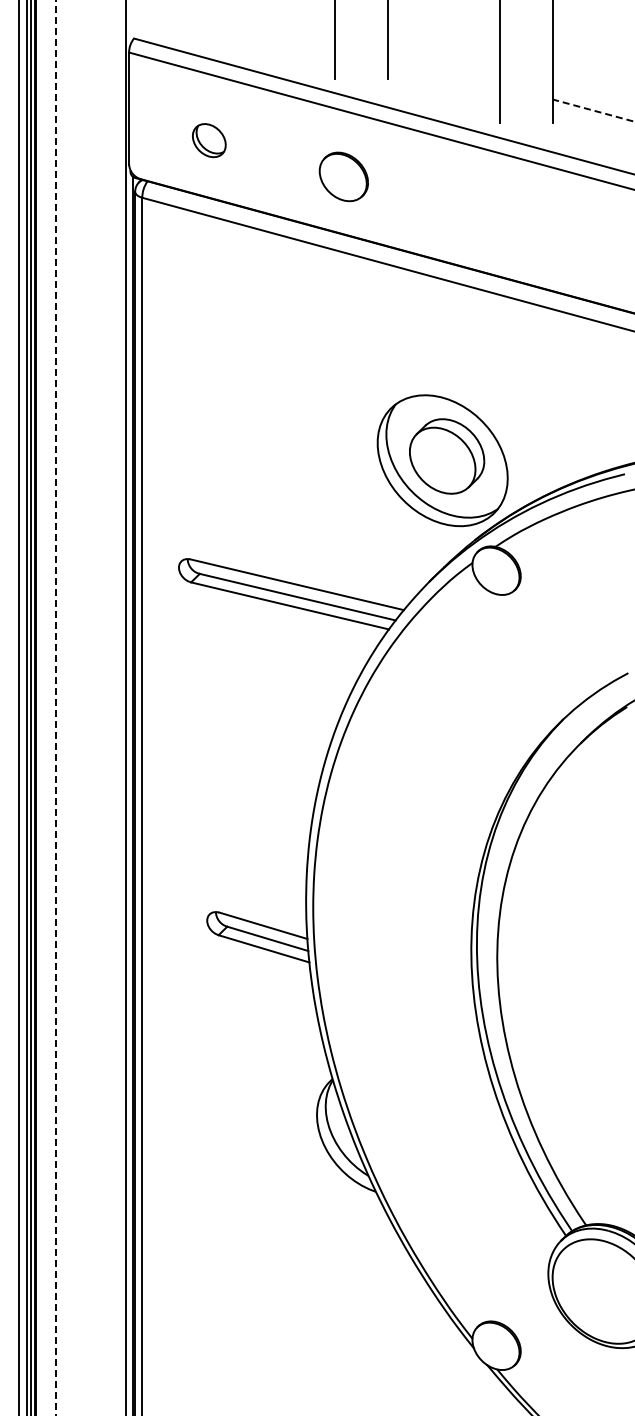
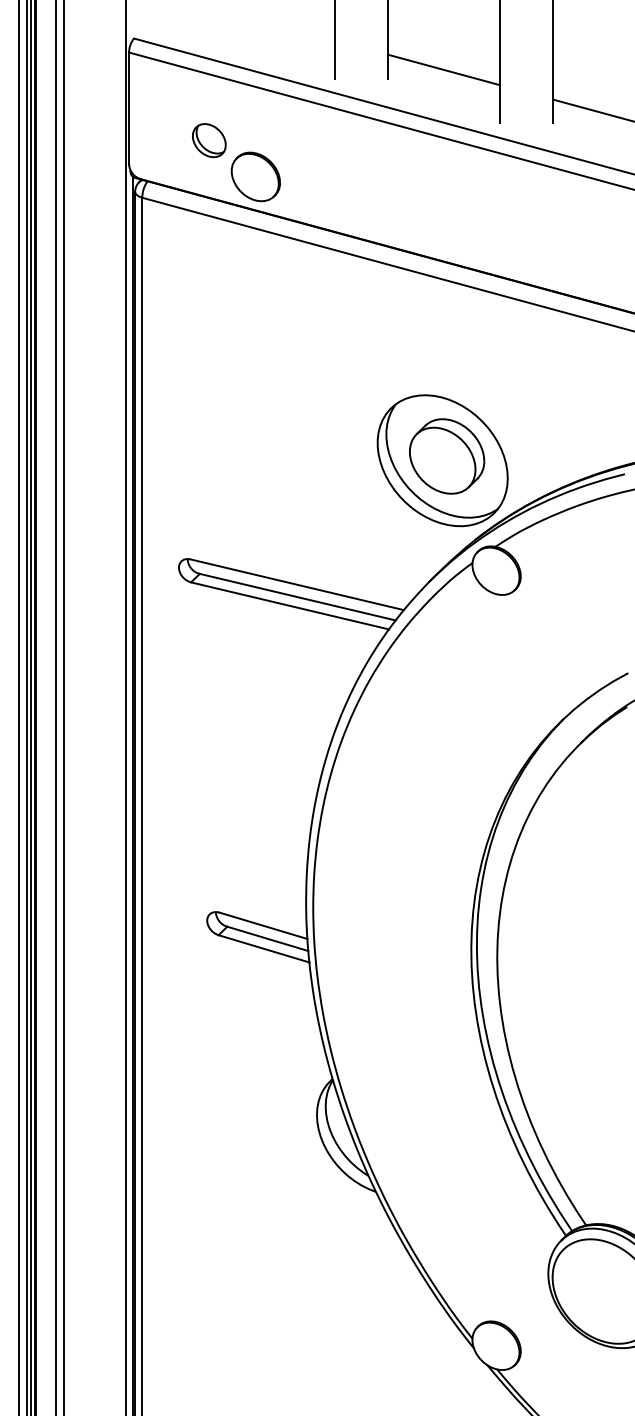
line at (443, 69): none -> present
line at (593, 110): dashed -> solid
part at (343, 176) position: (343, 176) -> (255, 176)
line at (63, 707): none -> present
line at (55, 708): dashed -> solid
